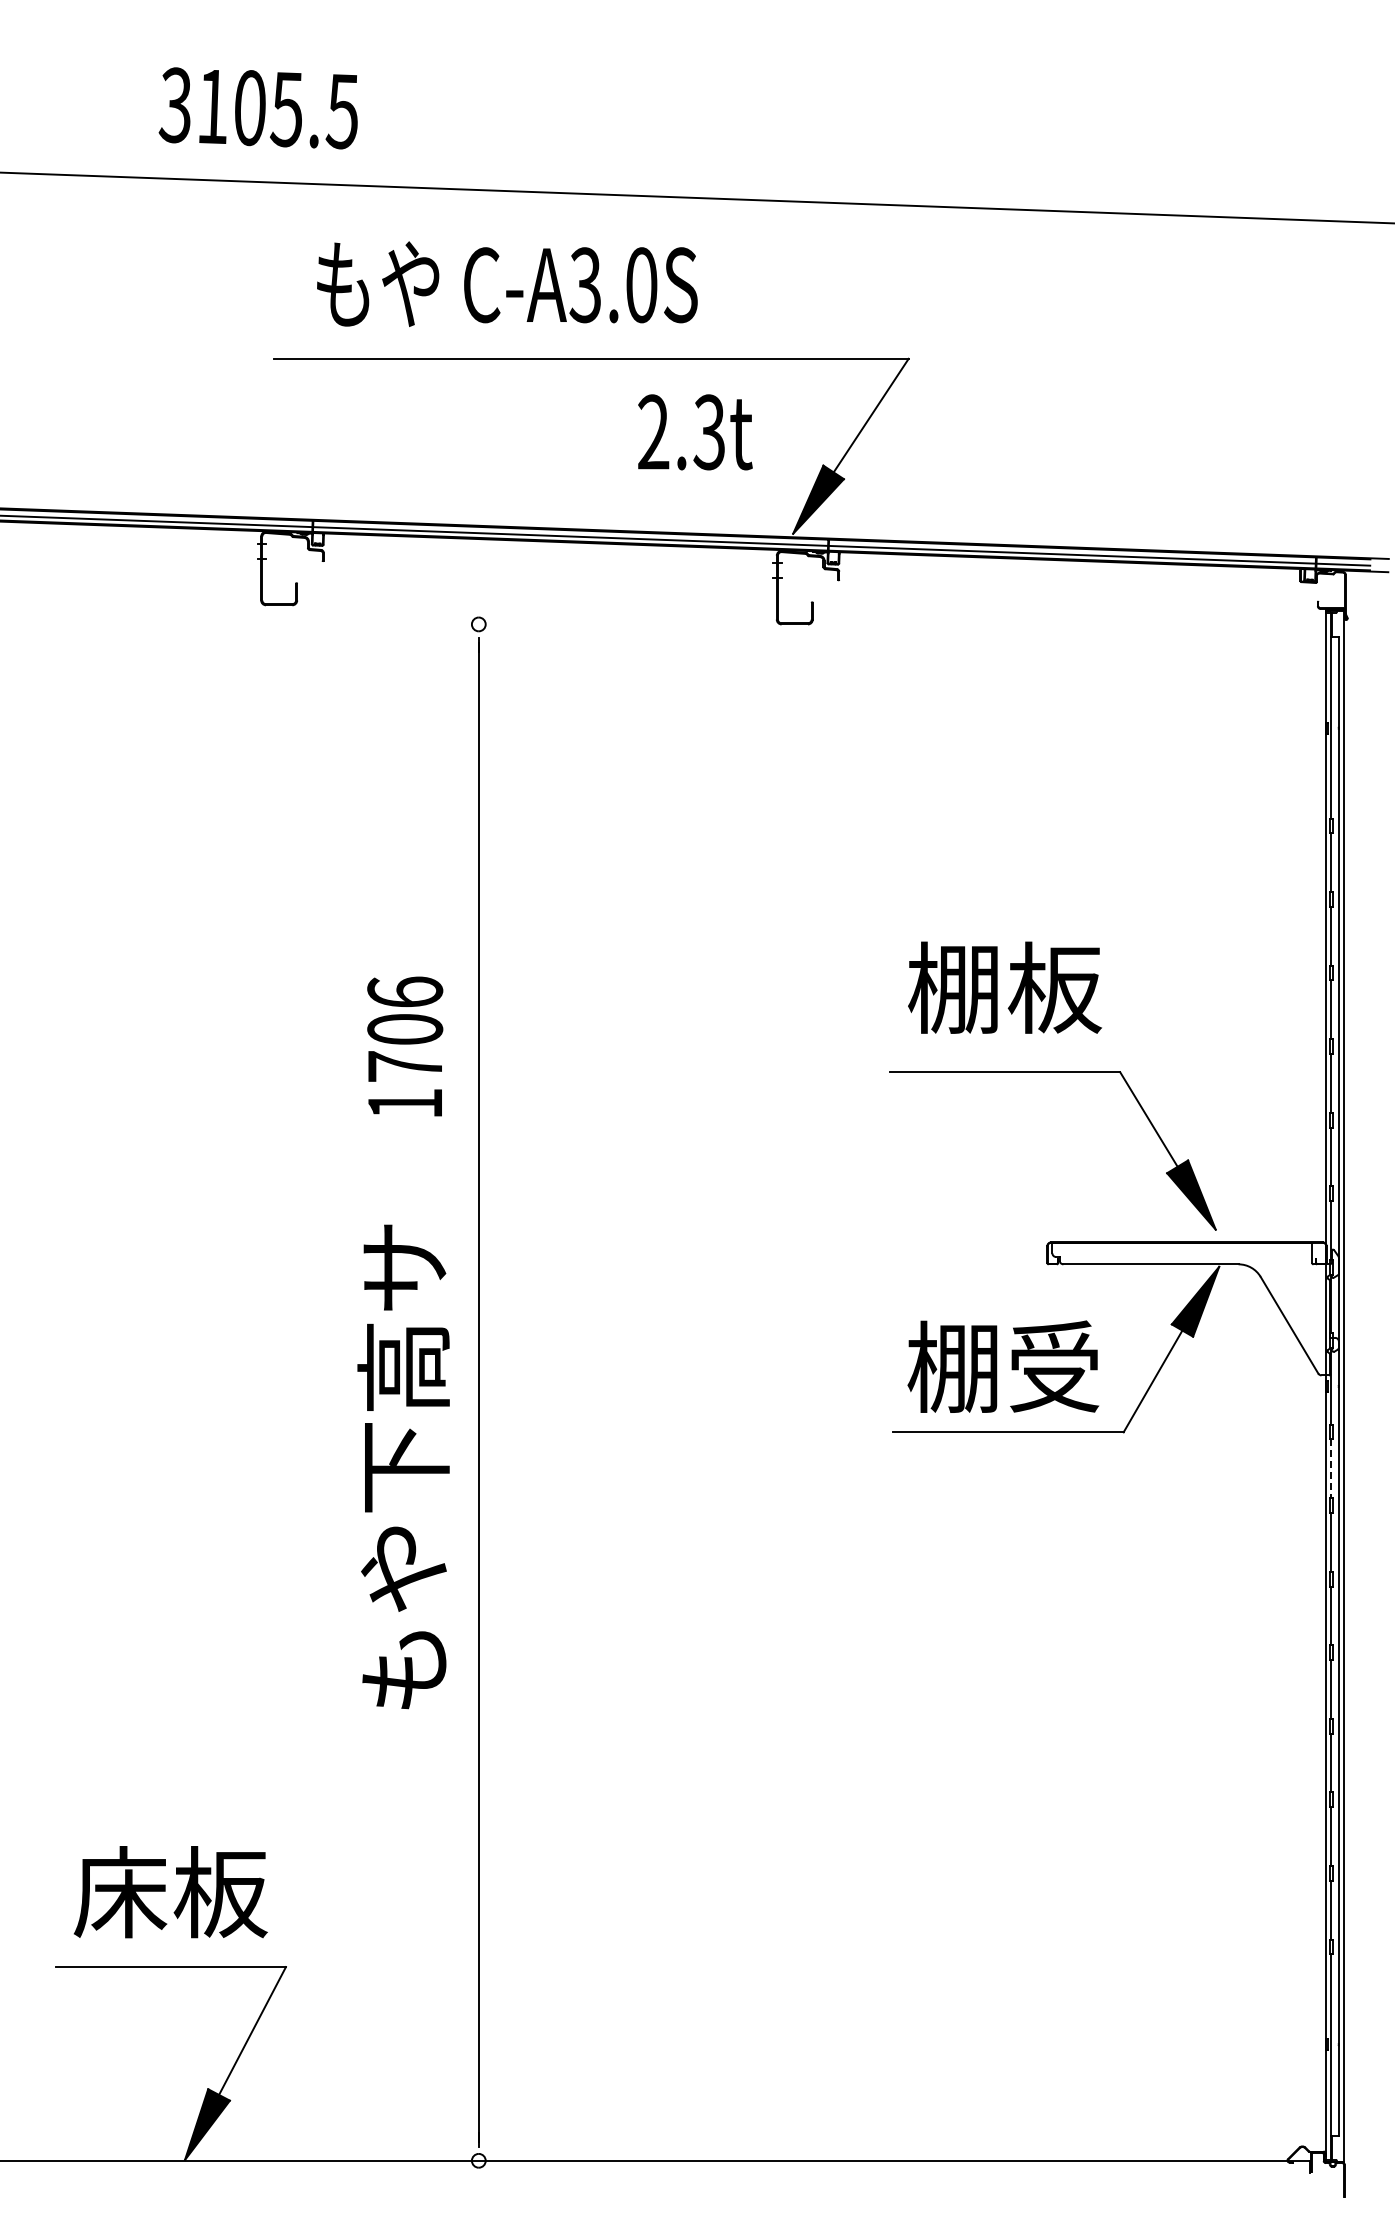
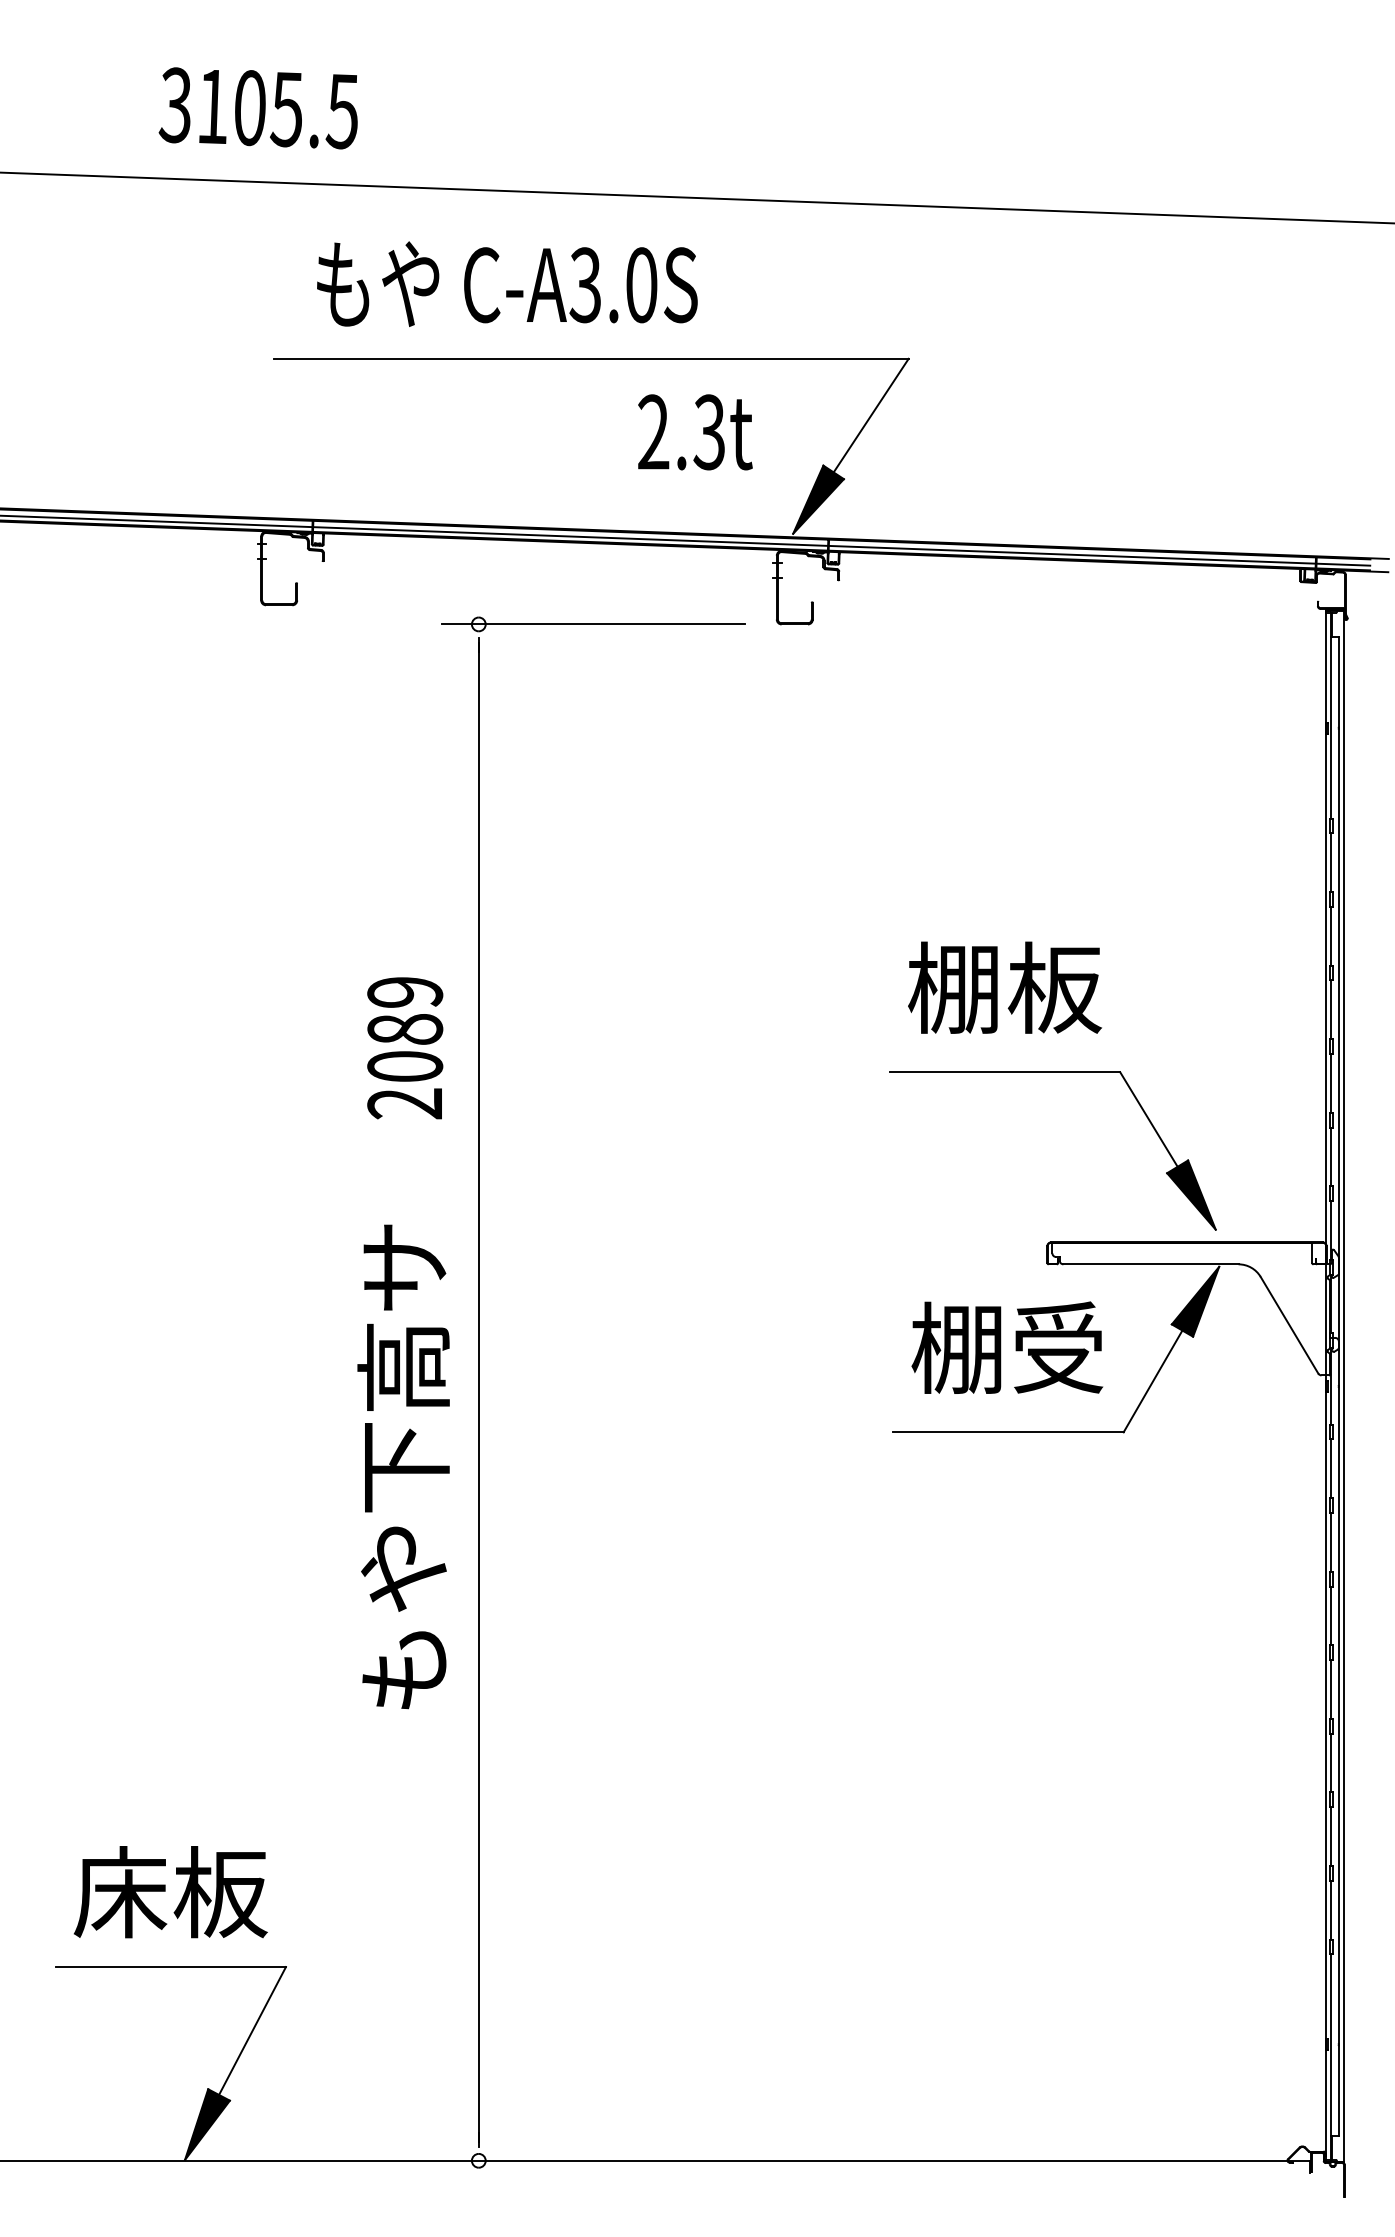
line at (593, 624): none -> present
text at (405, 1047): 1706 -> 2089
text at (1003, 1366) position: (1003, 1366) -> (1007, 1347)
line at (1331, 1469): dashed -> solid
